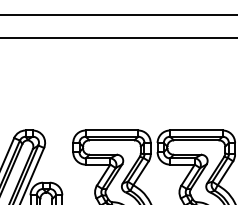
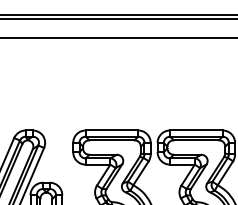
line at (118, 19): none -> present
